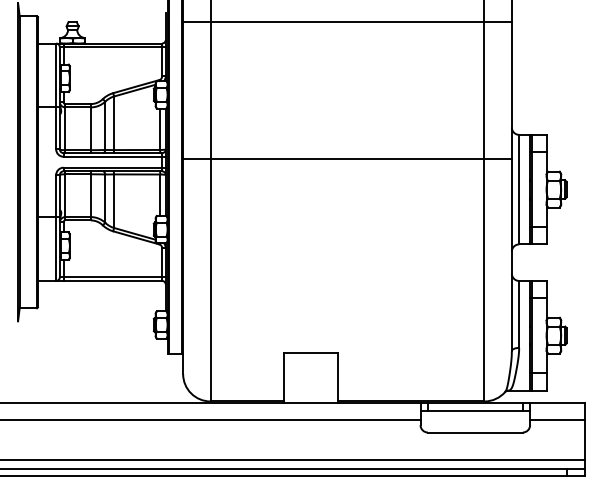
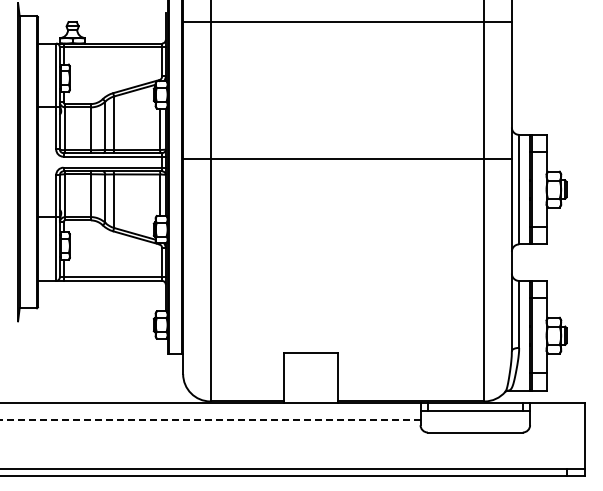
line at (209, 419): solid -> dashed
line at (557, 419): present -> none
line at (293, 459): present -> none
